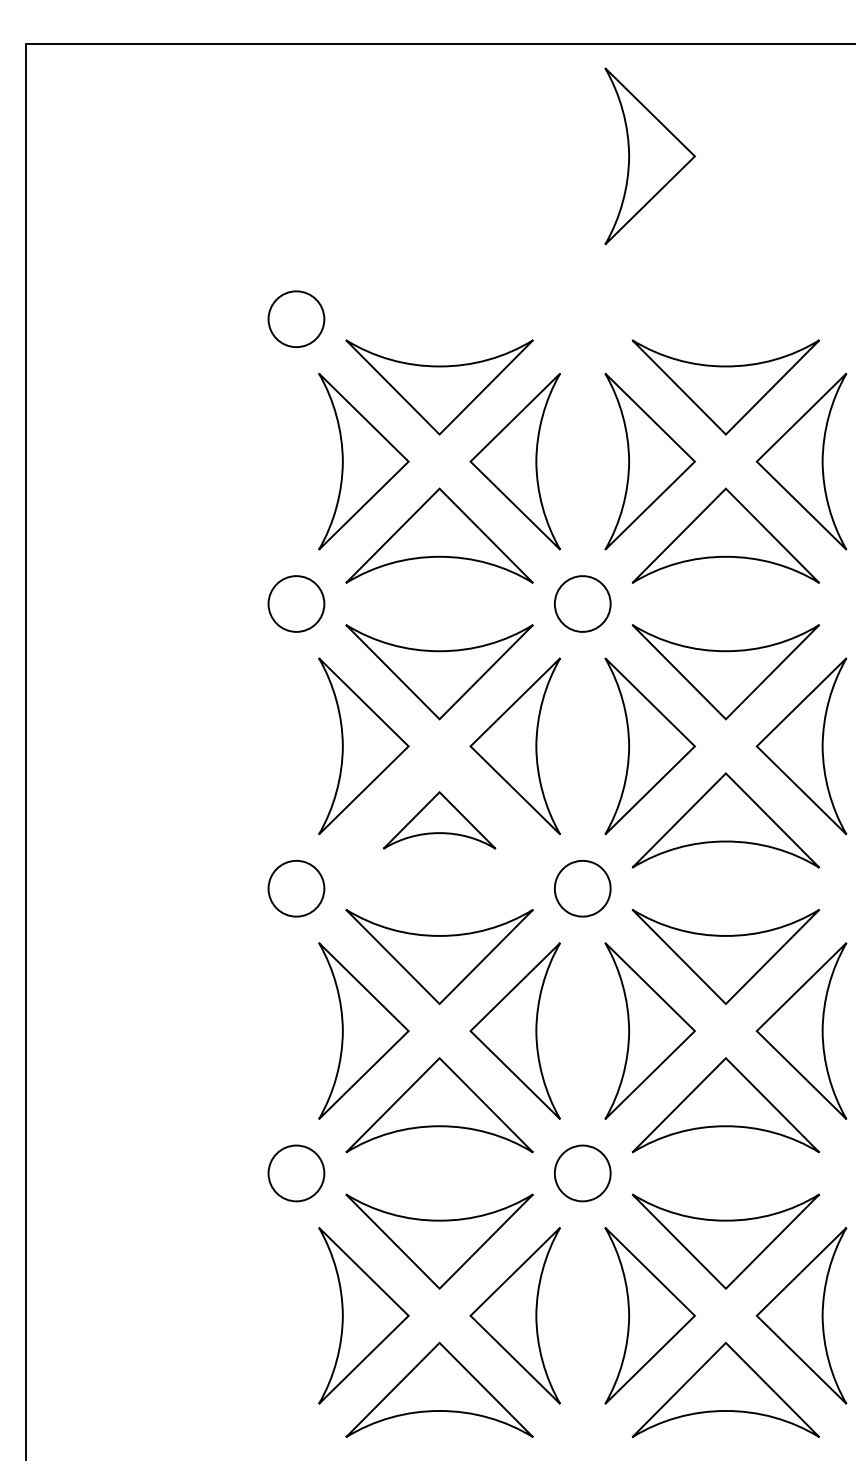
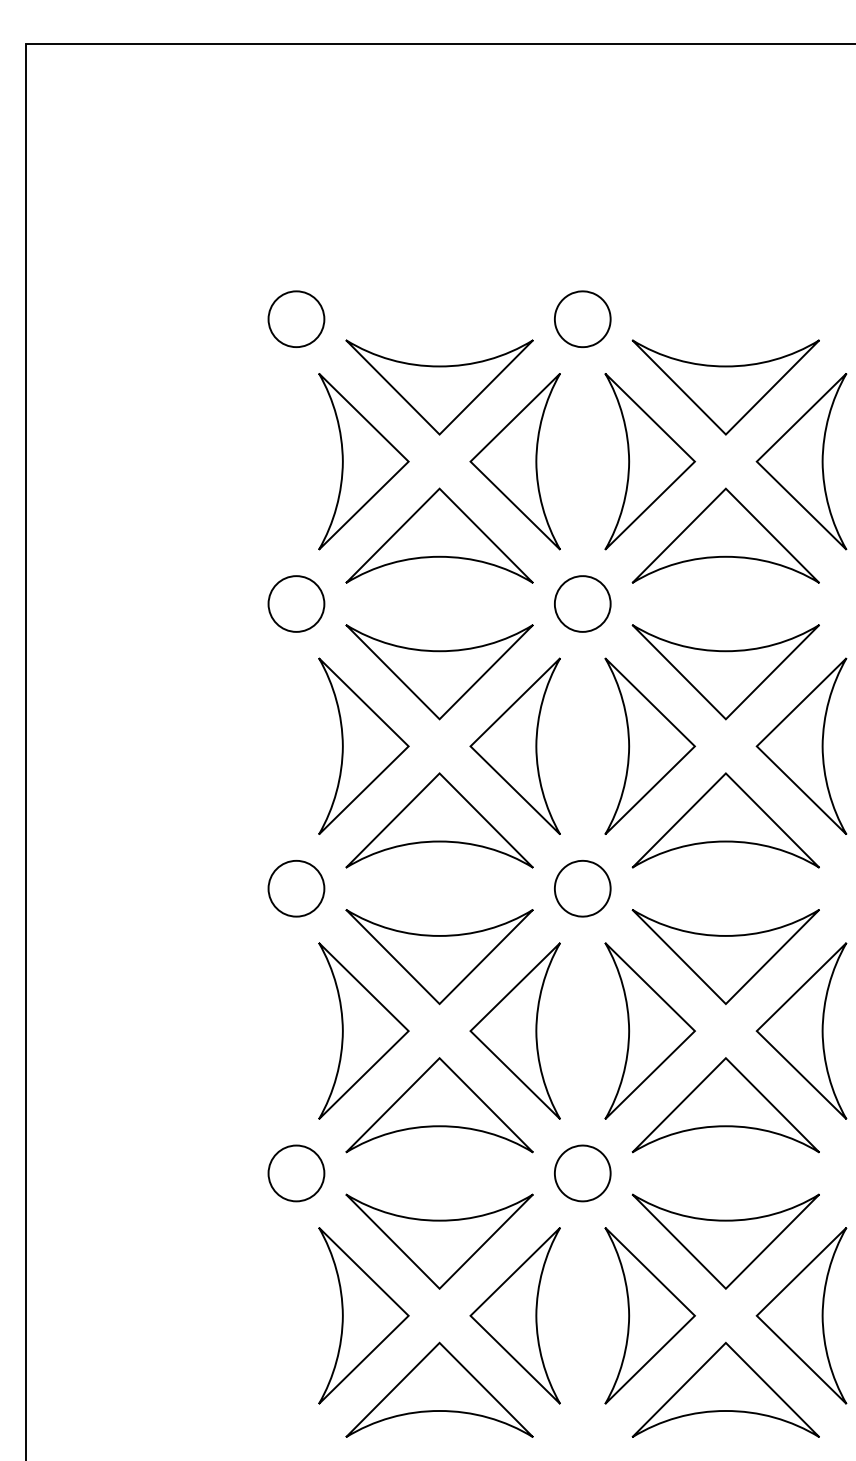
part at (649, 155): present -> none
part at (582, 318): none -> present
part at (439, 820) size: 114x59 px -> 189x97 px
